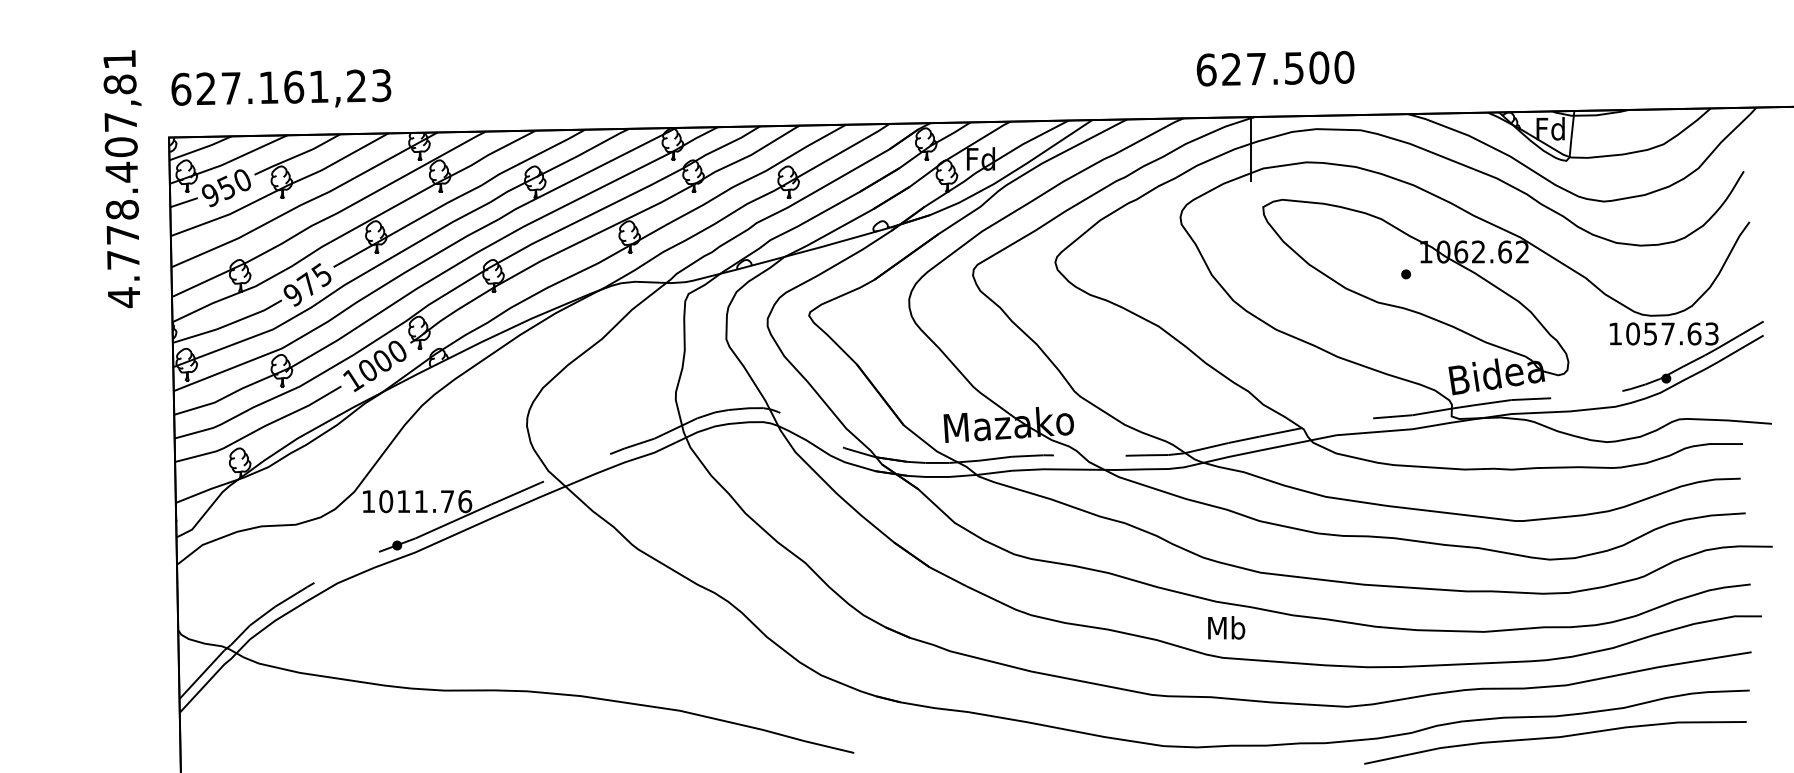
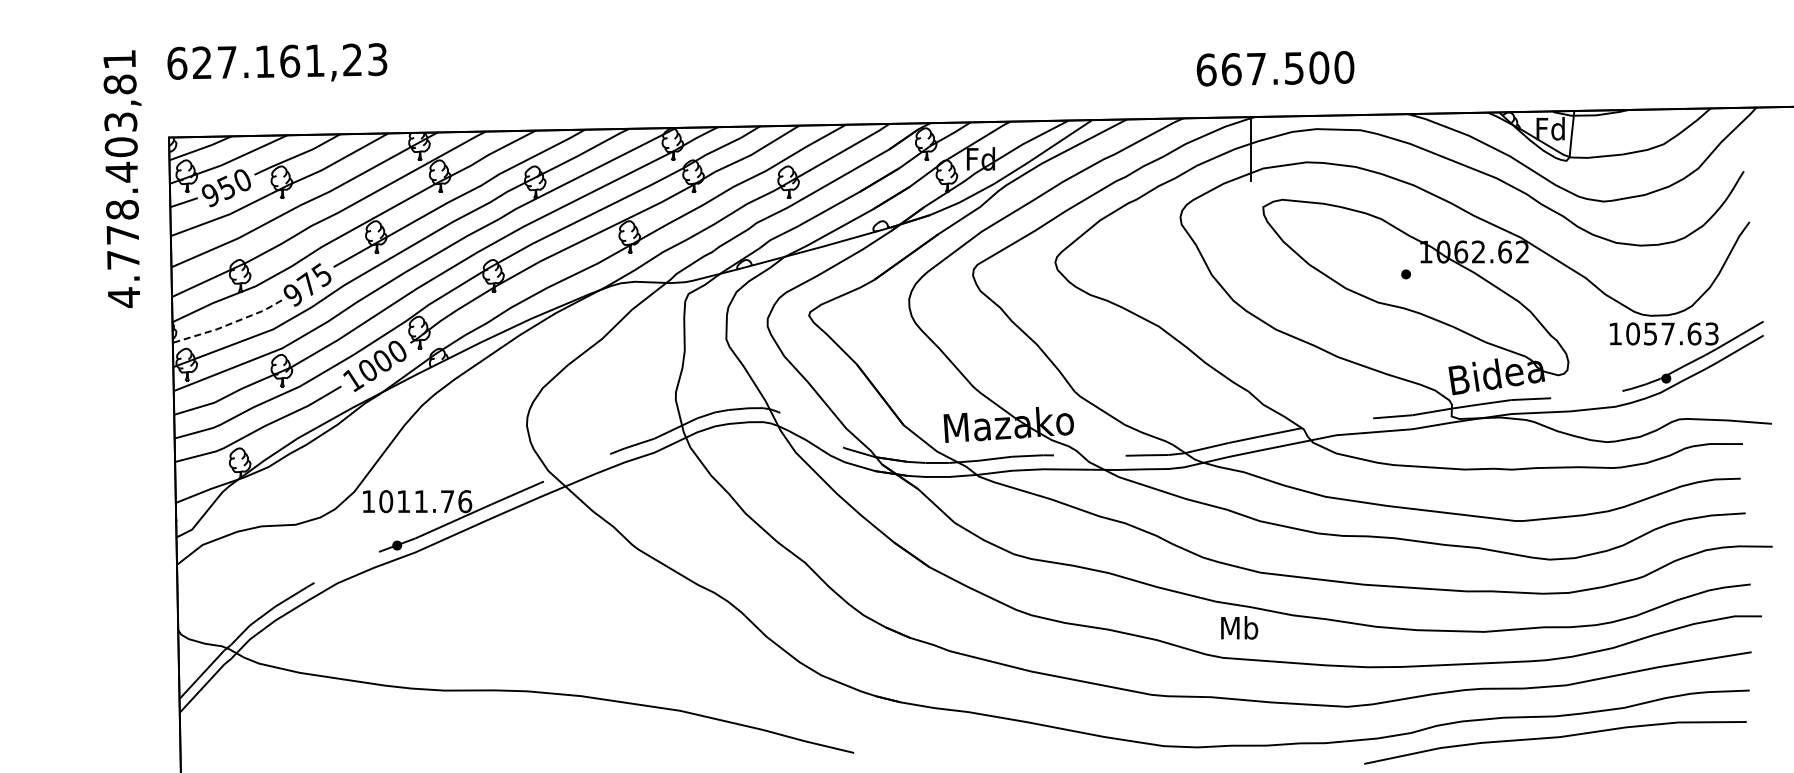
text at (1231, 69): 627.500 -> 667.500
text at (281, 88) position: (281, 88) -> (277, 62)
text at (120, 121): 4.778.407,81 -> 4.778.403,81
line at (228, 324): solid -> dashed
text at (1226, 627) position: (1226, 627) -> (1239, 627)
